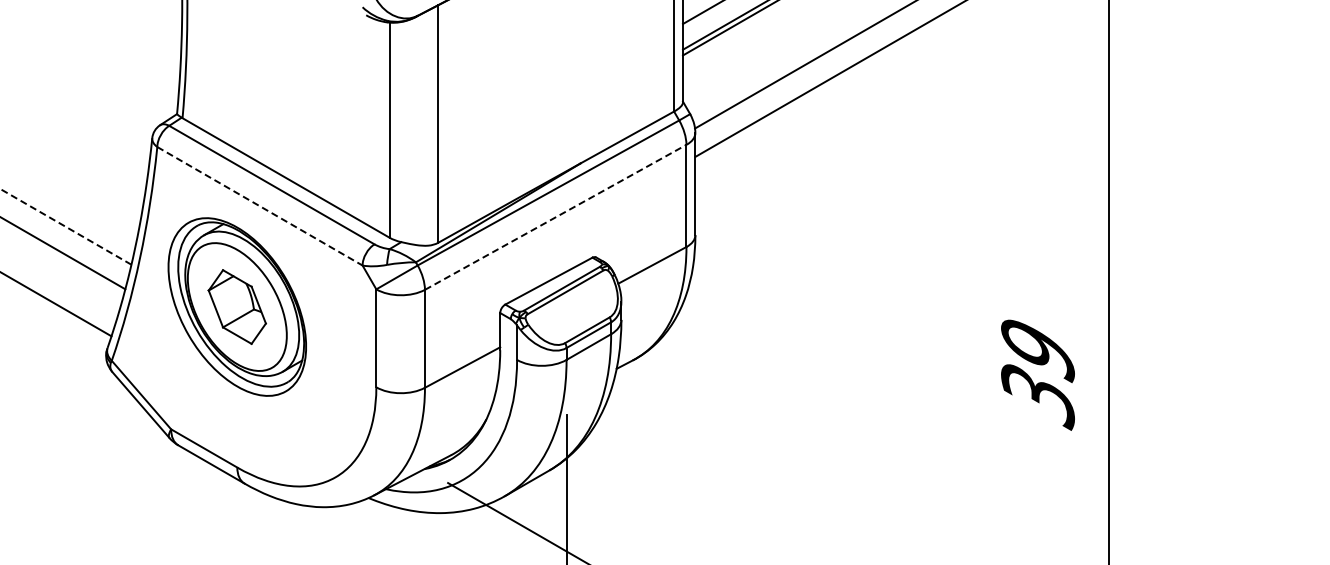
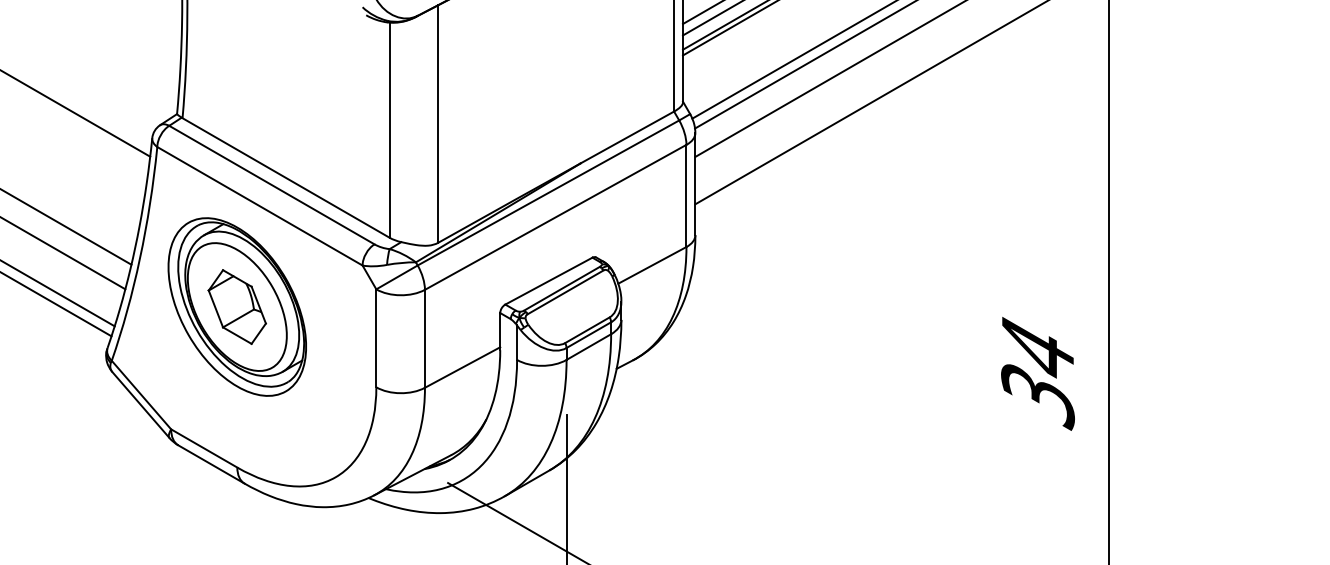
line at (711, 18): none -> present
line at (793, 60): none -> present
line at (870, 103): none -> present
line at (76, 113): none -> present
line at (259, 206): dashed -> solid
line at (555, 217): dashed -> solid
line at (65, 226): dashed -> solid
line at (58, 293): none -> present
text at (1037, 349): 39 -> 34
